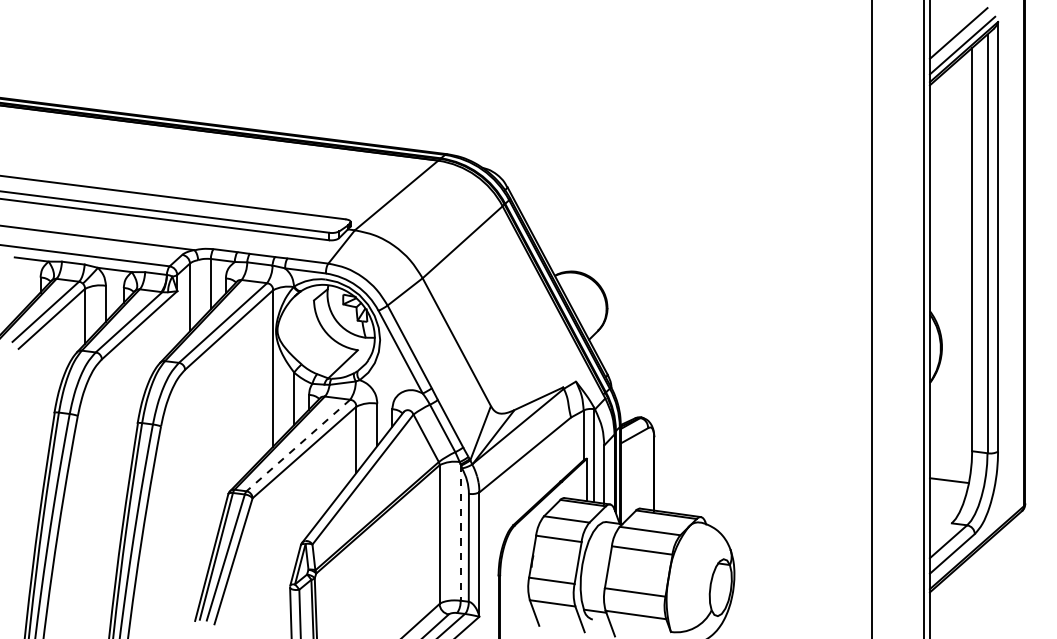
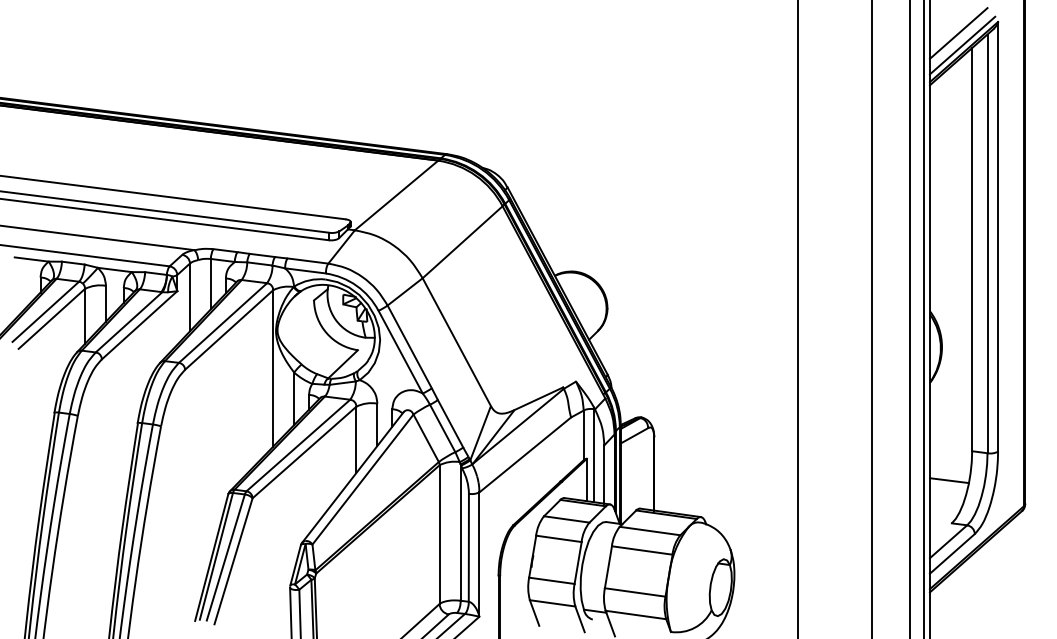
line at (798, 318): none -> present
line at (910, 318): none -> present
line at (298, 445): dashed -> solid
line at (460, 533): dashed -> solid
